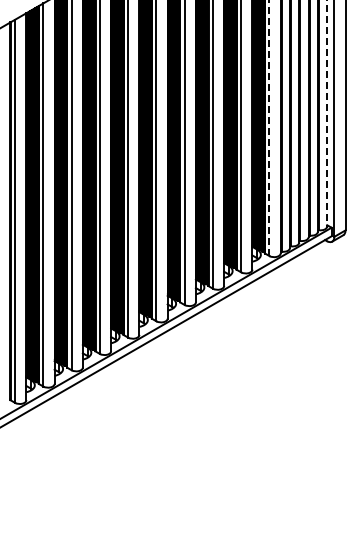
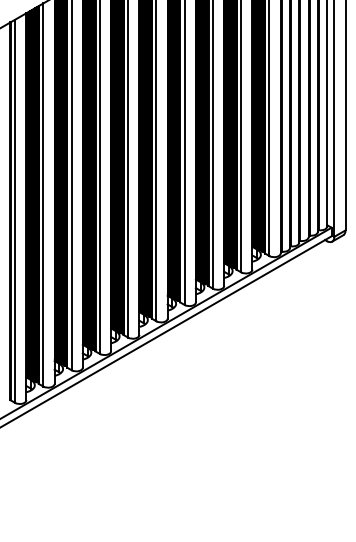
line at (327, 113): dashed -> solid
line at (269, 128): dashed -> solid
